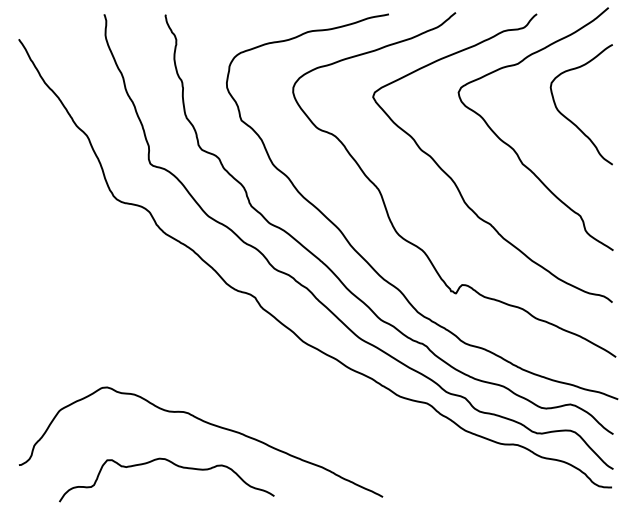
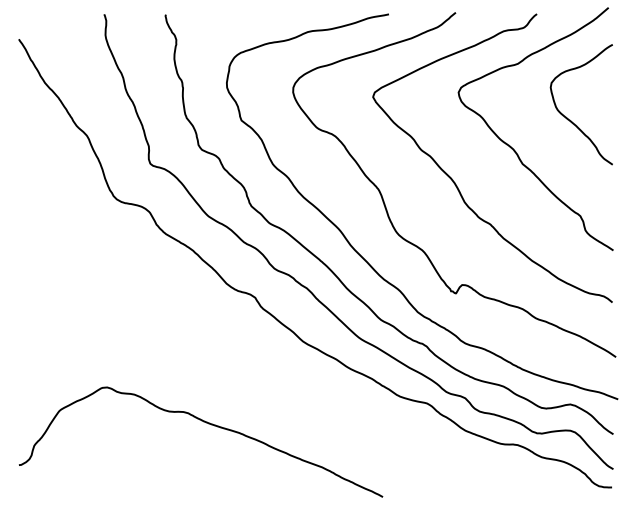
curve at (174, 465): present -> none
